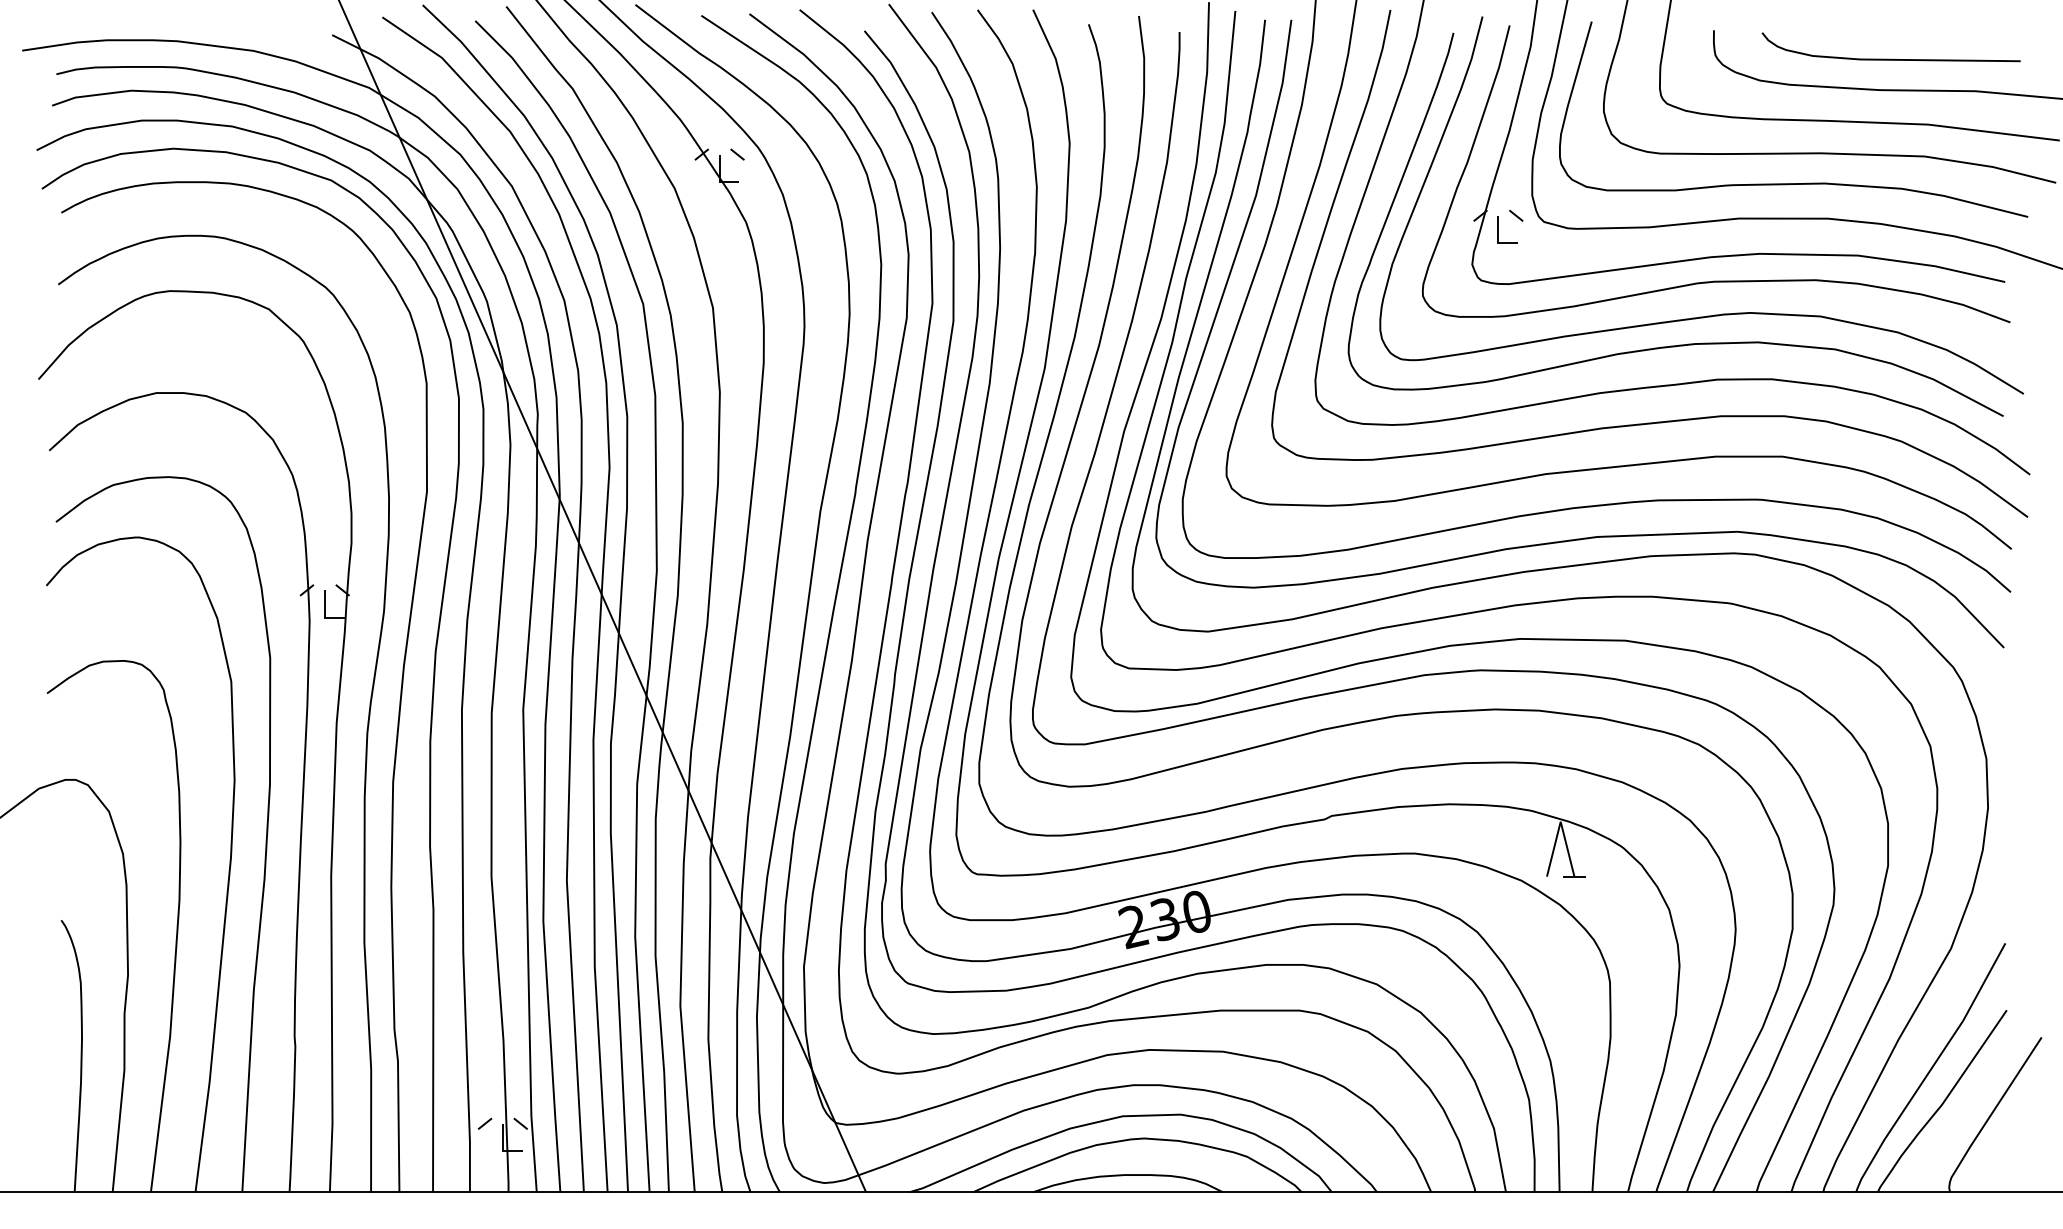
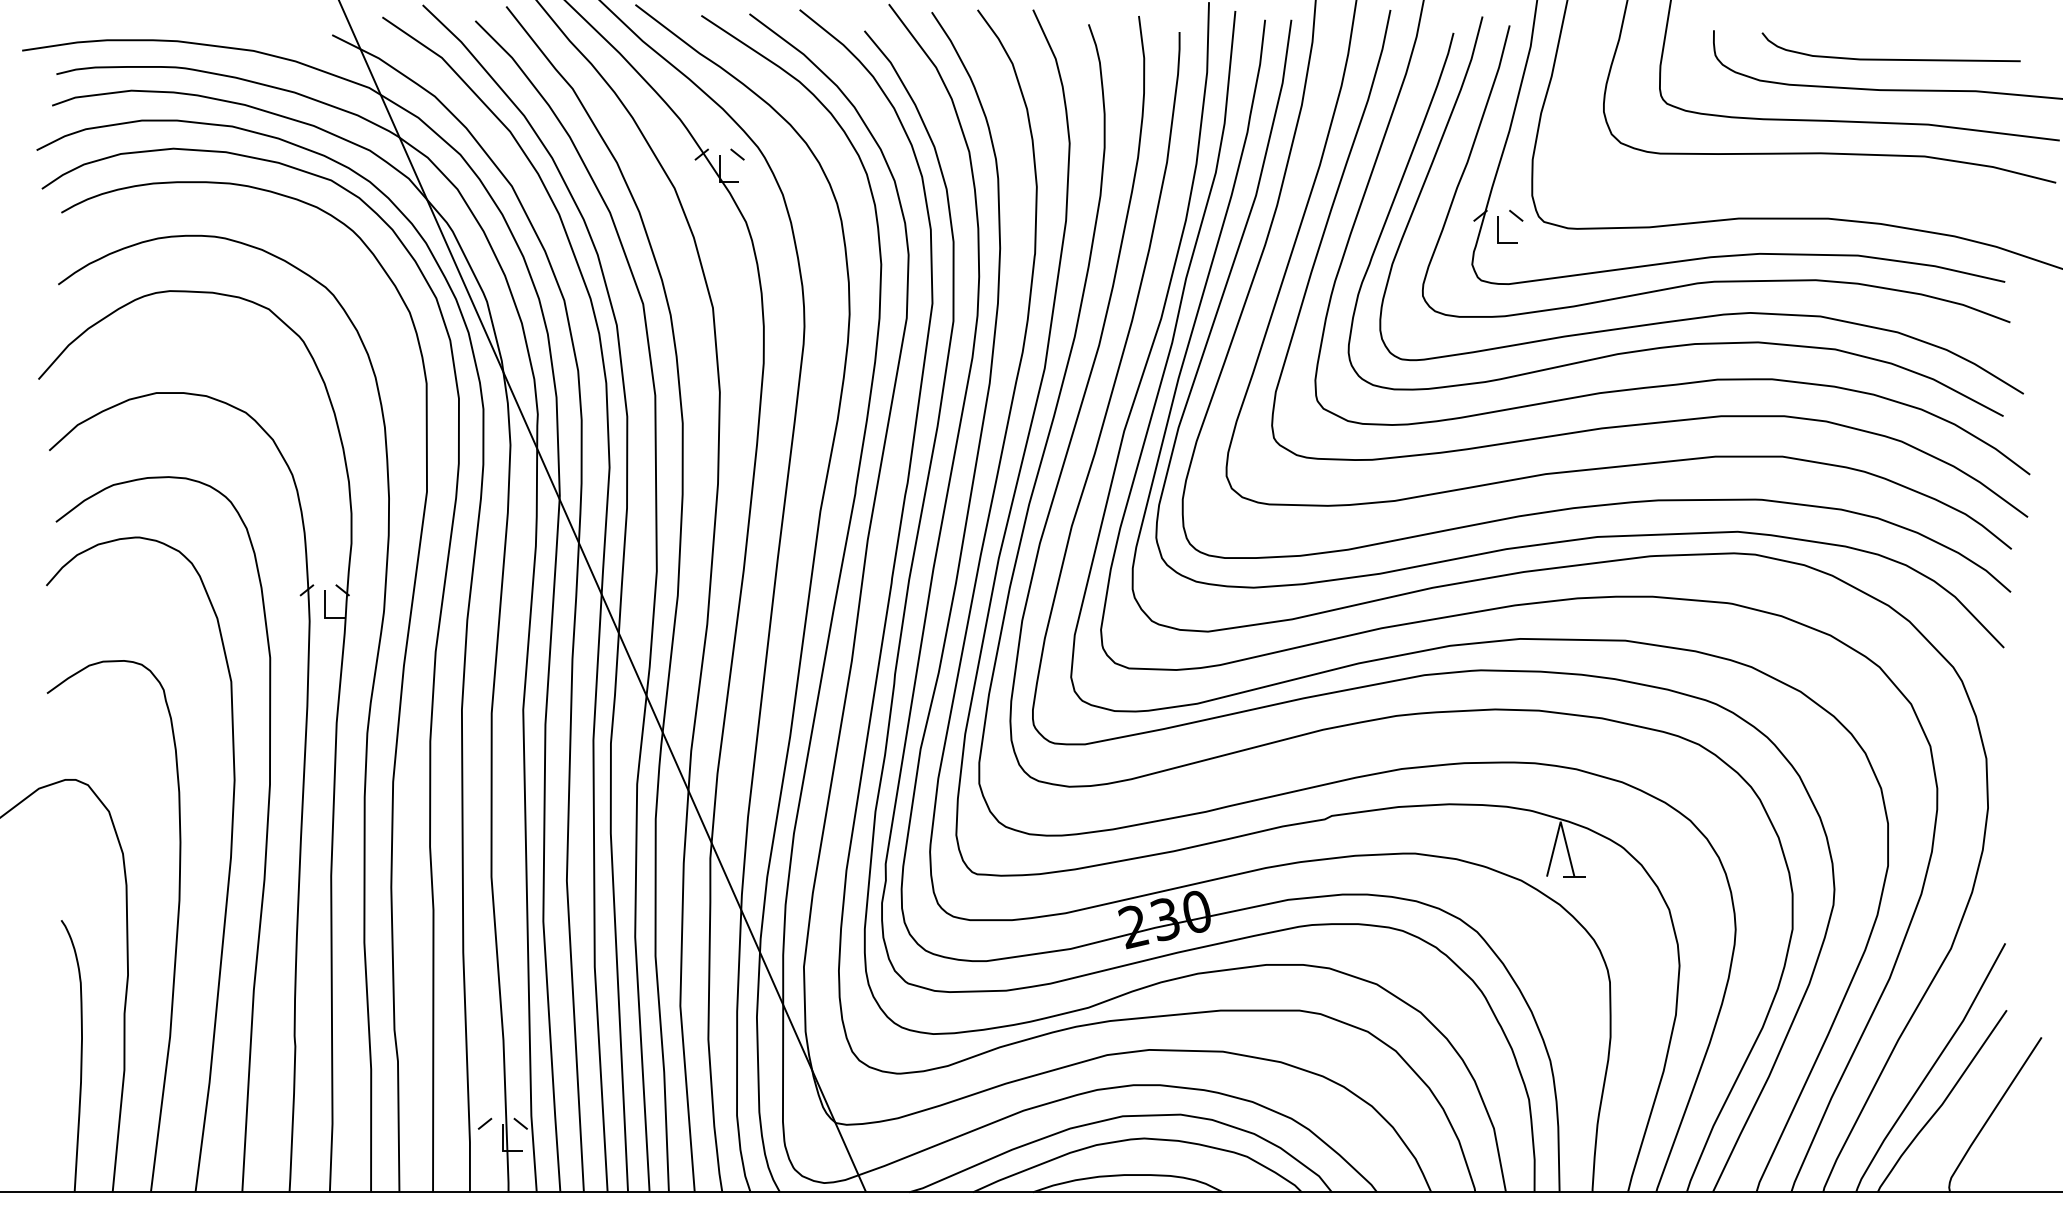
curve at (1793, 183): present -> none
